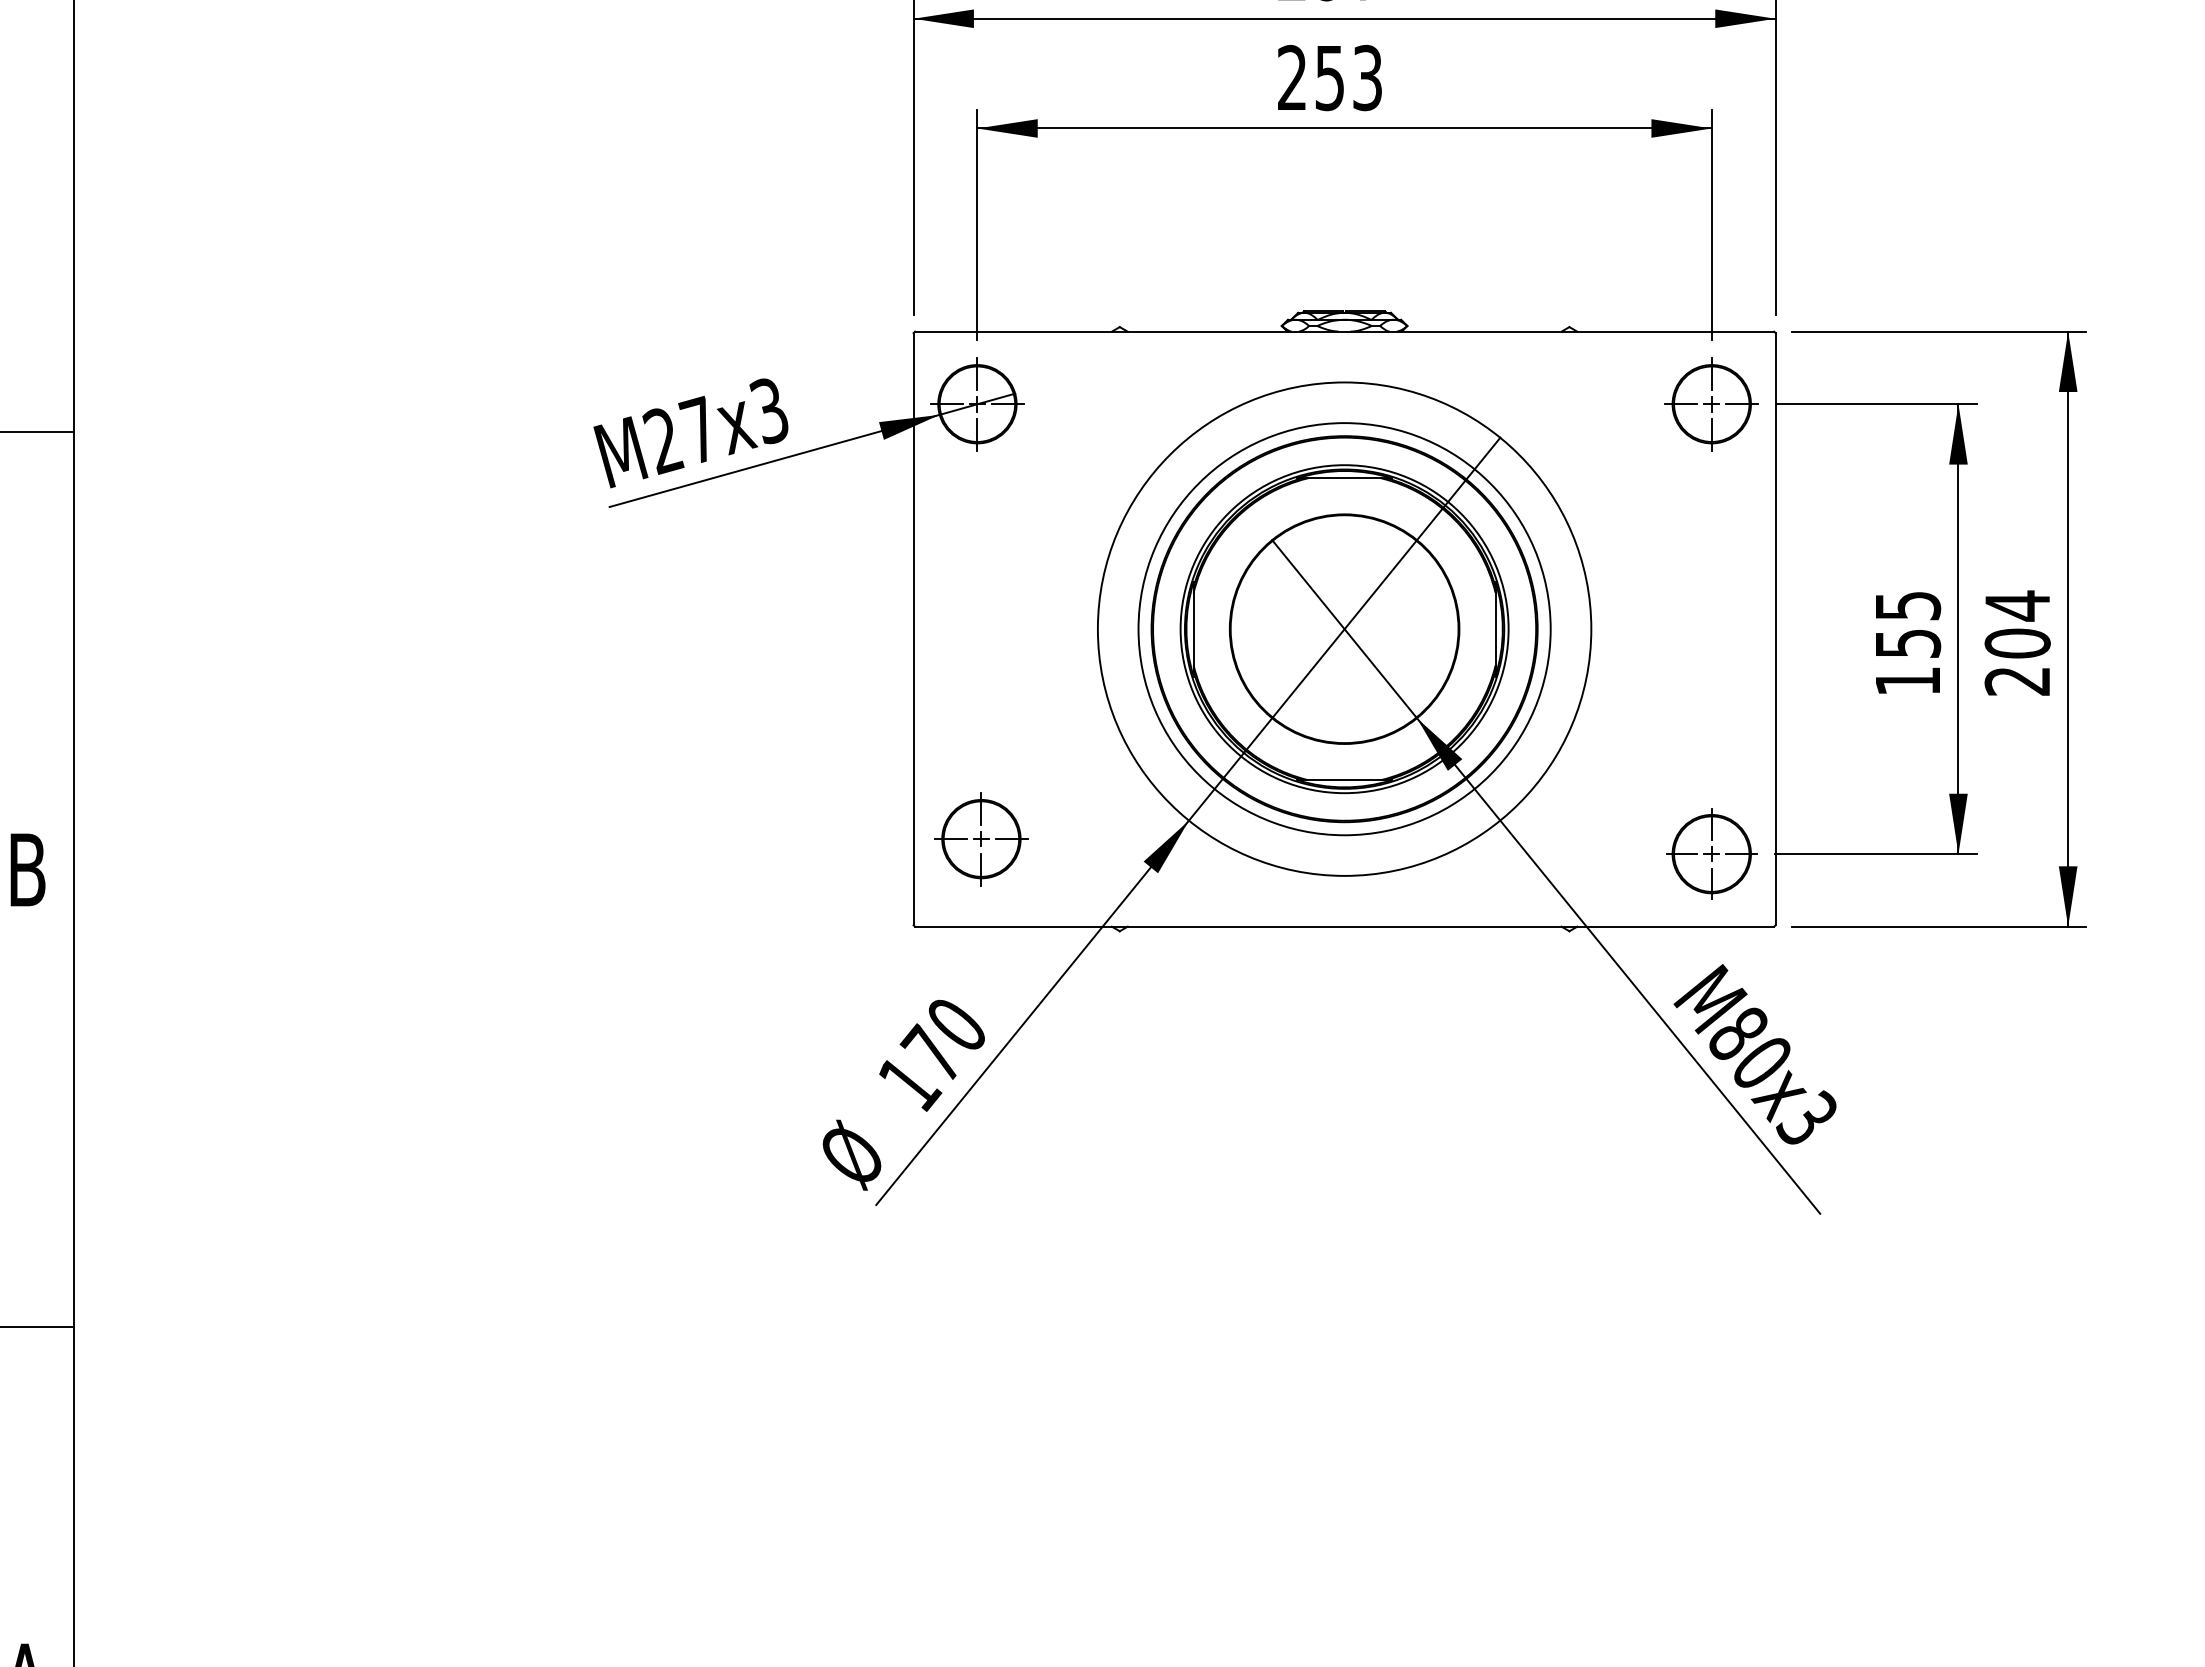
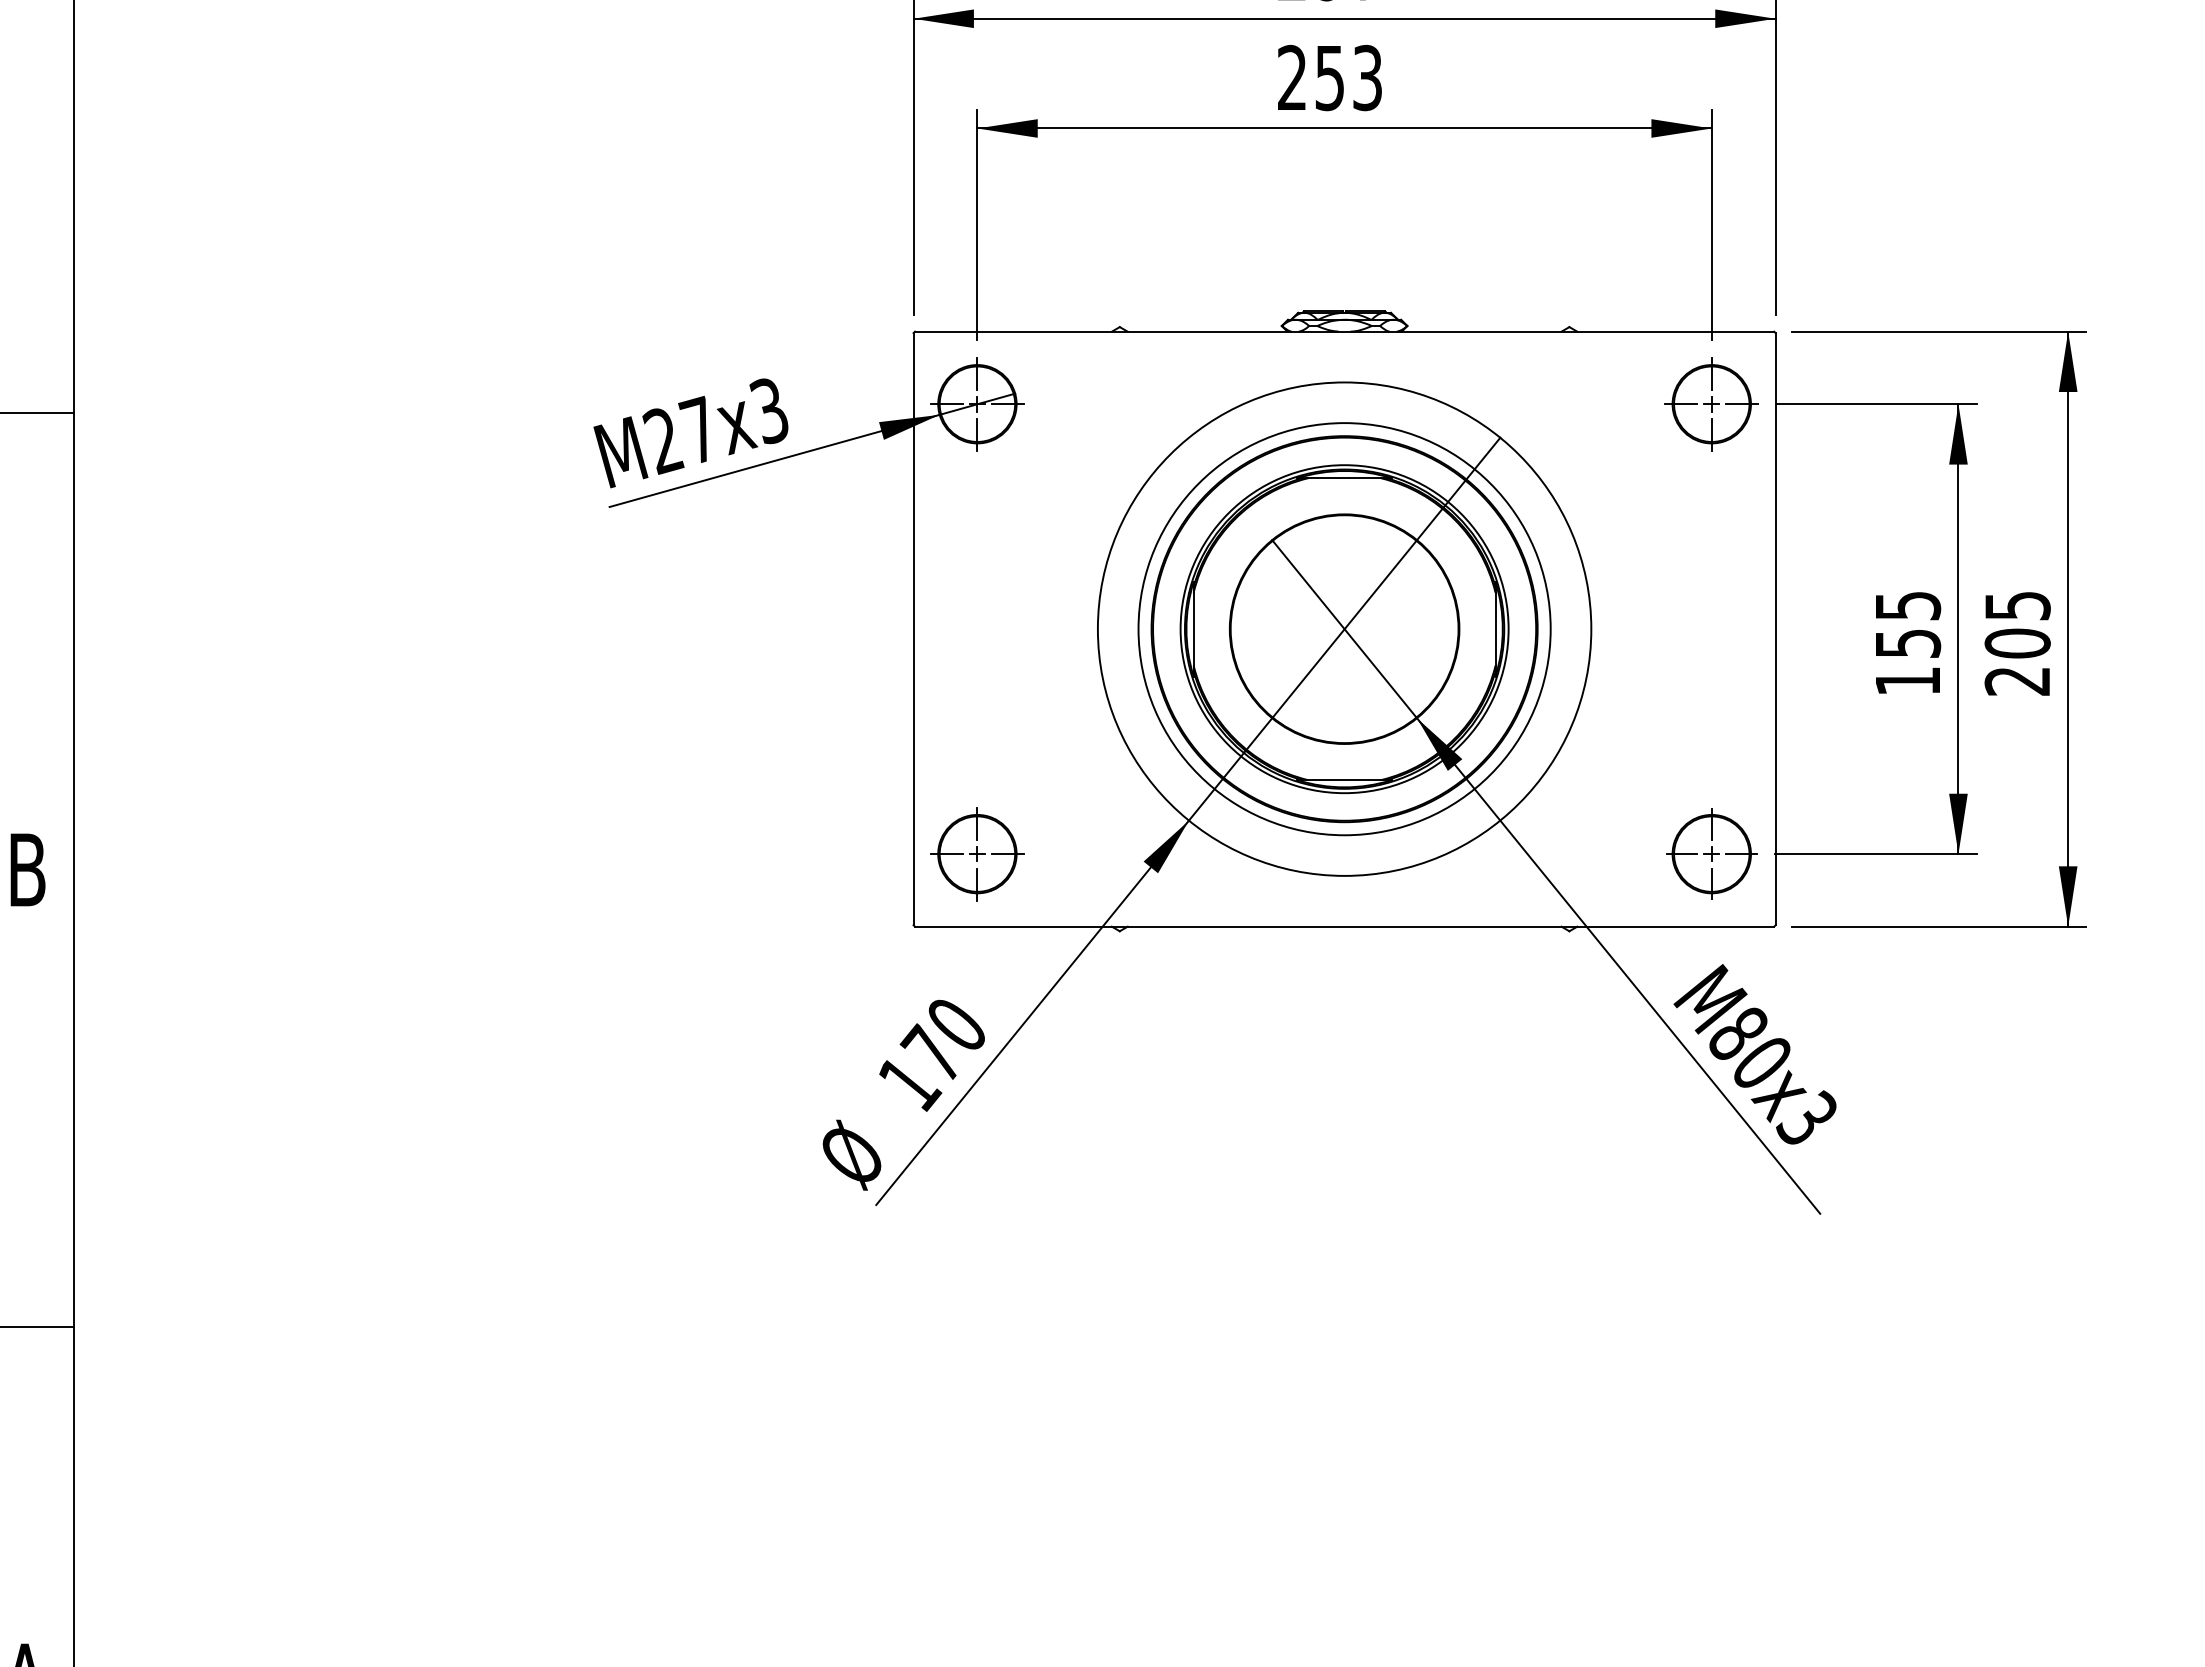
line at (37, 432) position: (37, 432) -> (37, 413)
text at (2017, 605): 204 -> 205
part at (981, 839) position: (981, 839) -> (977, 854)
